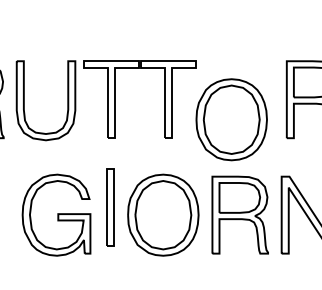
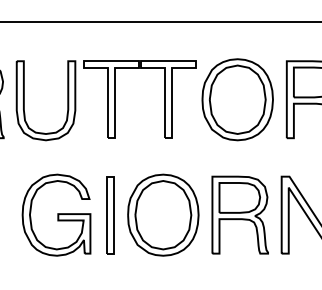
line at (160, 22): none -> present
part at (231, 119) position: (231, 119) -> (237, 99)
part at (110, 207) position: (110, 207) -> (110, 215)
